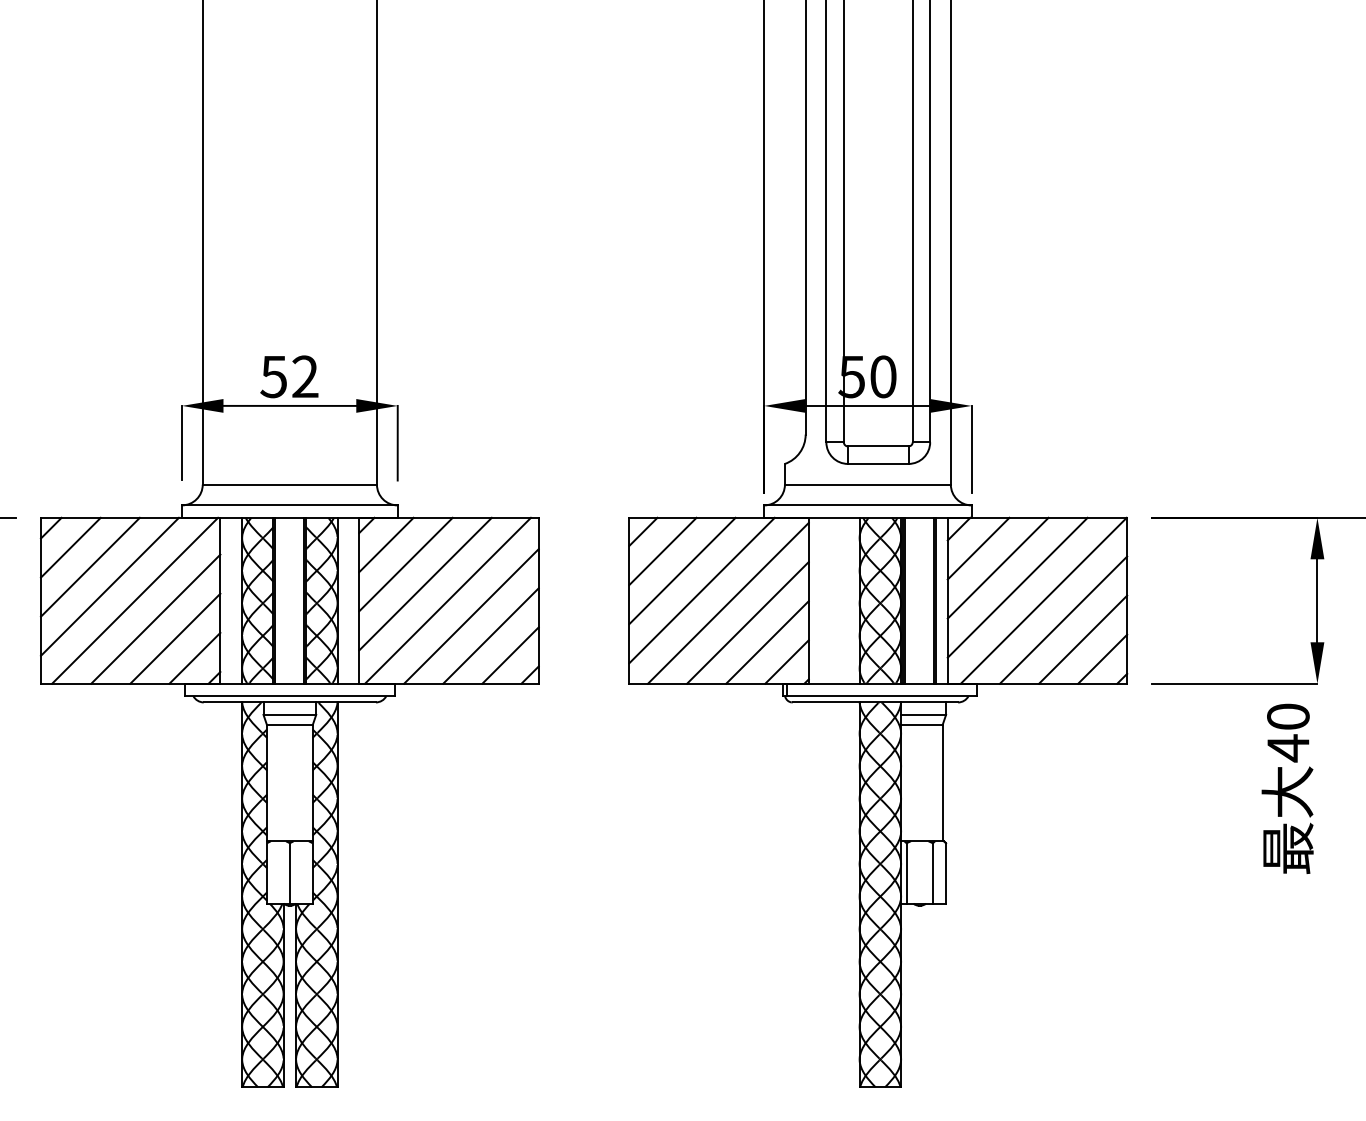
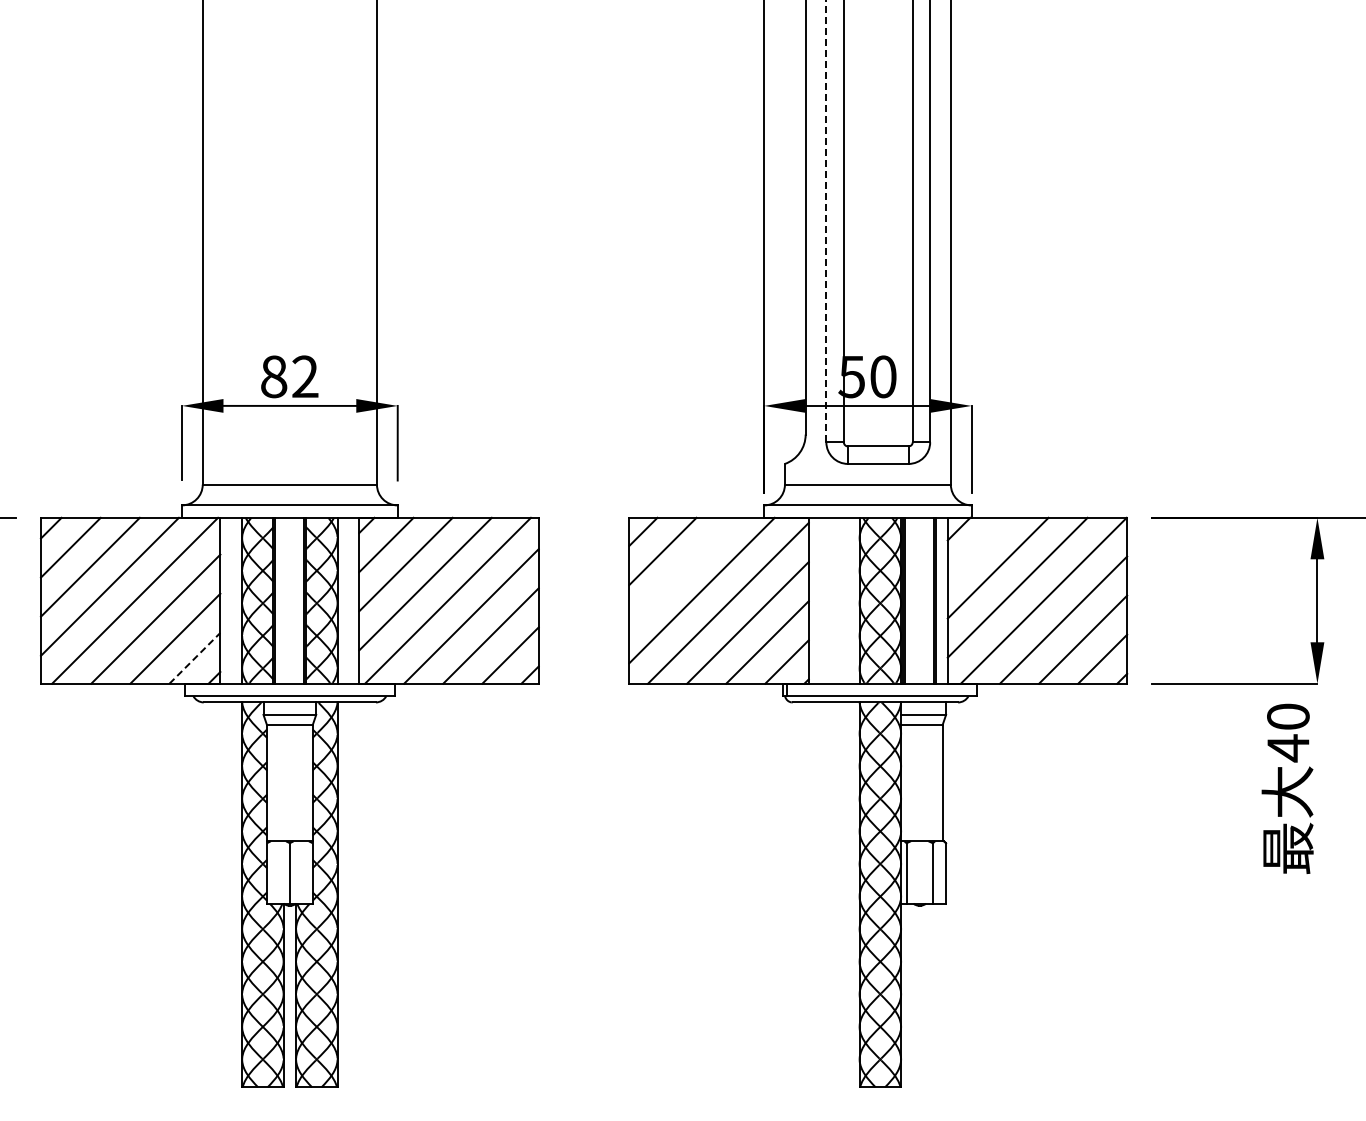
line at (826, 221): solid -> dashed
text at (273, 376): 52 -> 82
line at (978, 548): present -> none
line at (682, 570): present -> none
line at (194, 658): solid -> dashed
